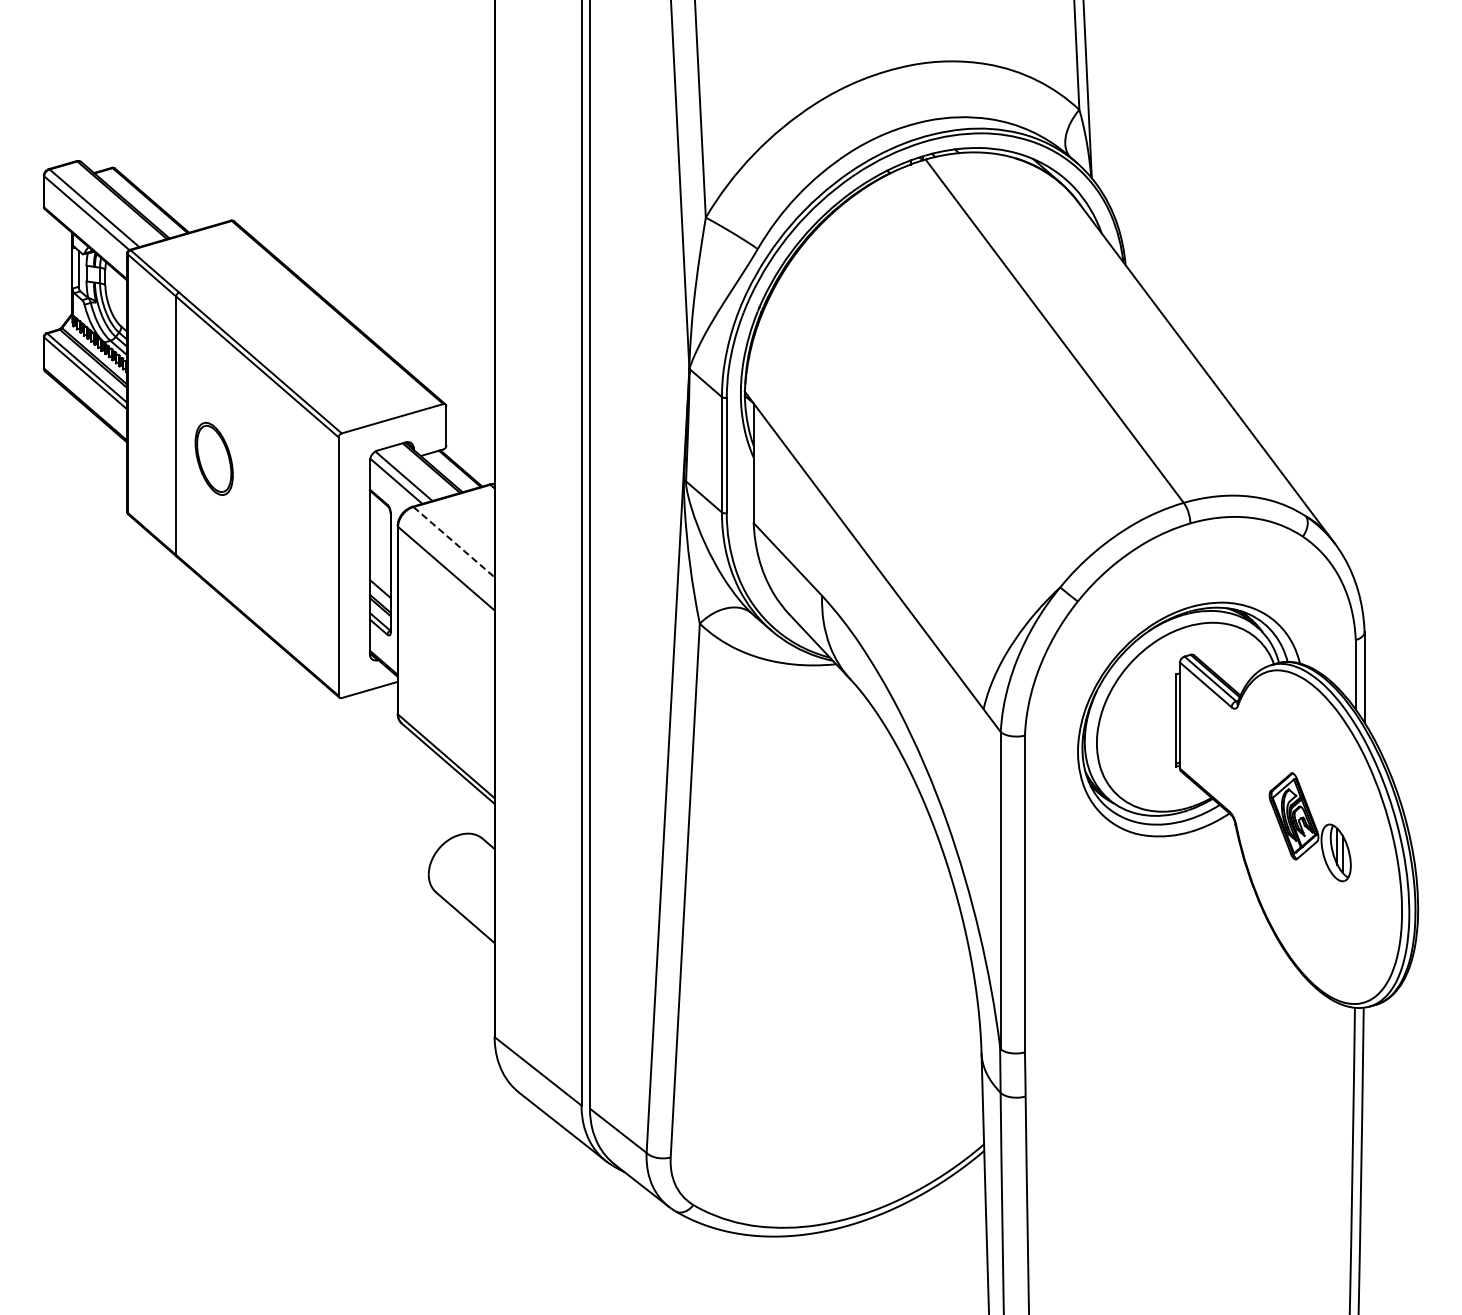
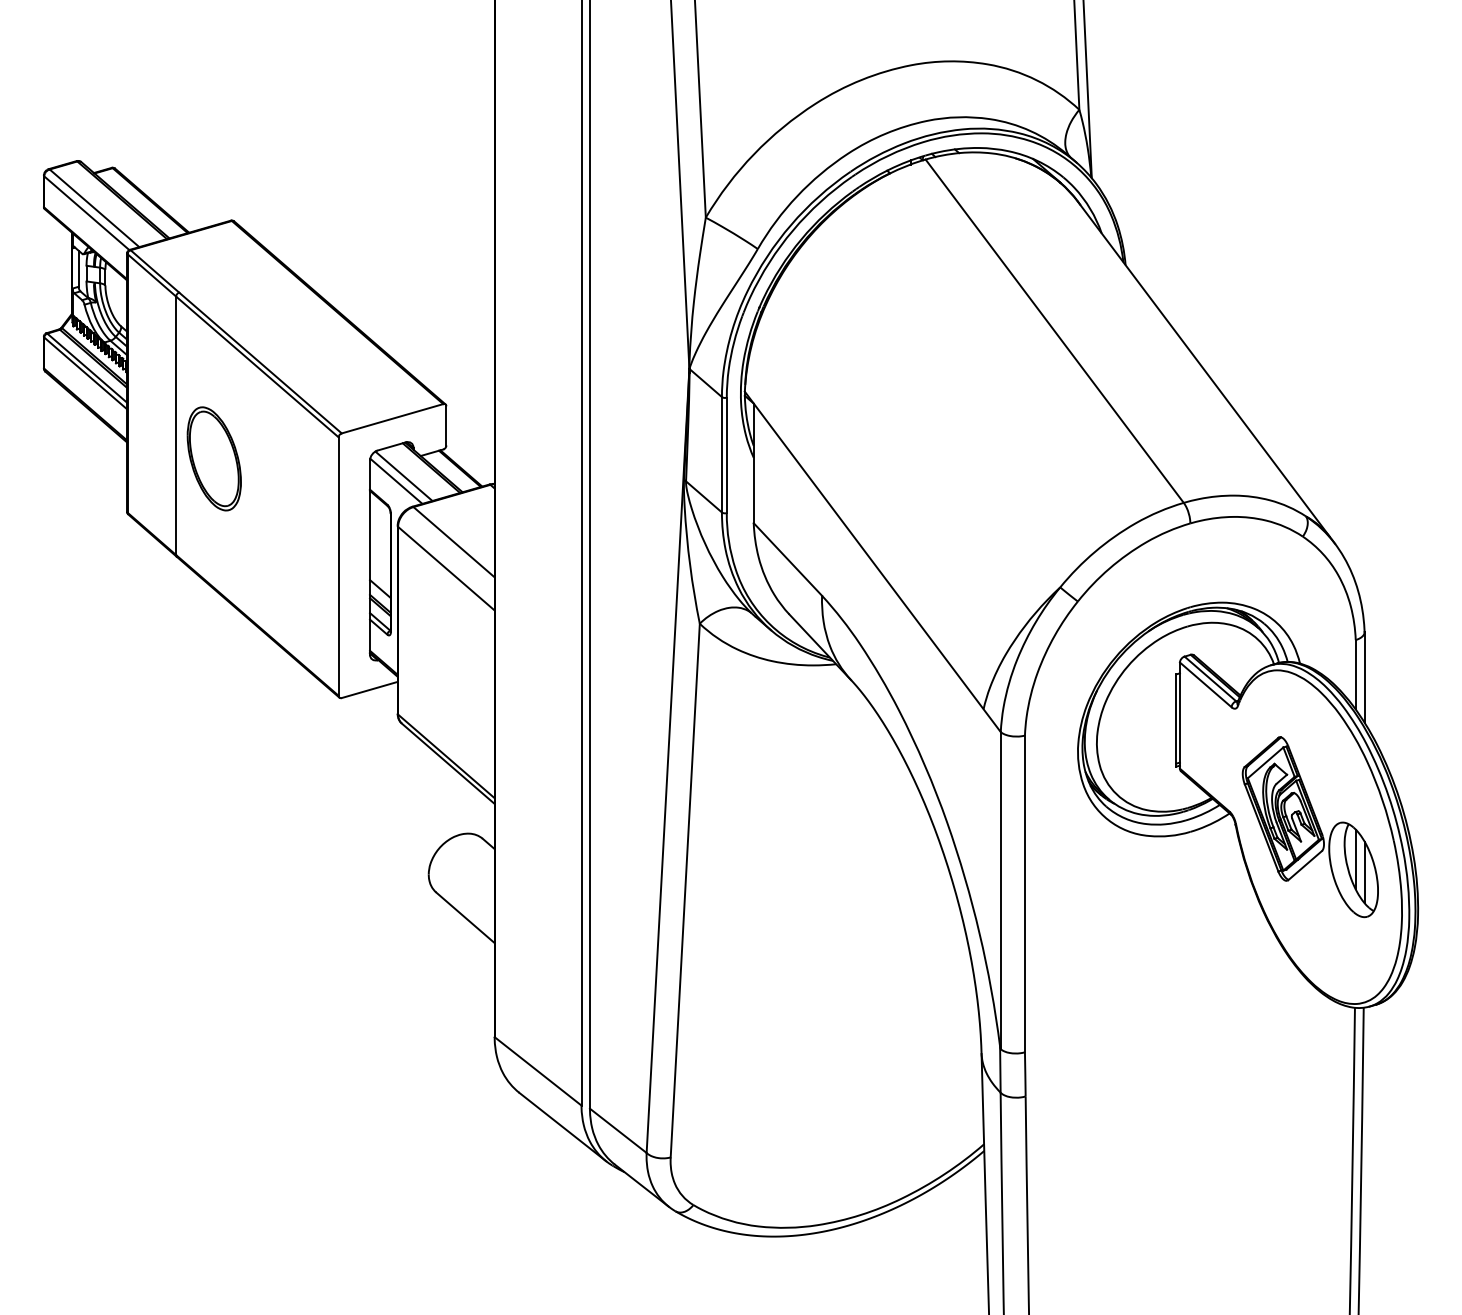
part at (213, 458) size: 40x75 px -> 56x106 px
line at (454, 542): dashed -> solid
part at (1309, 827) size: 84x111 px -> 138x183 px
